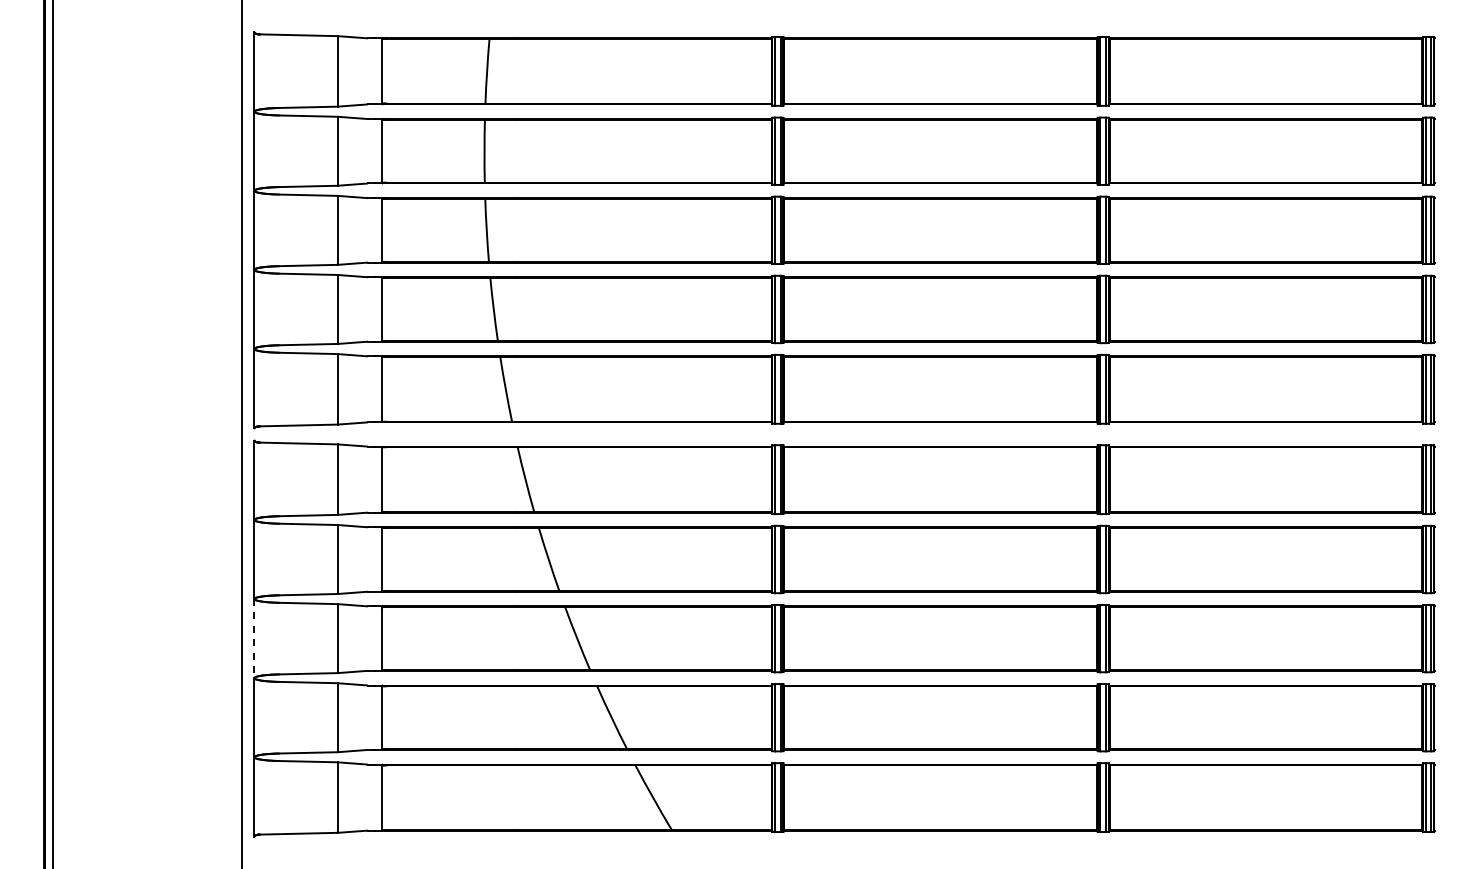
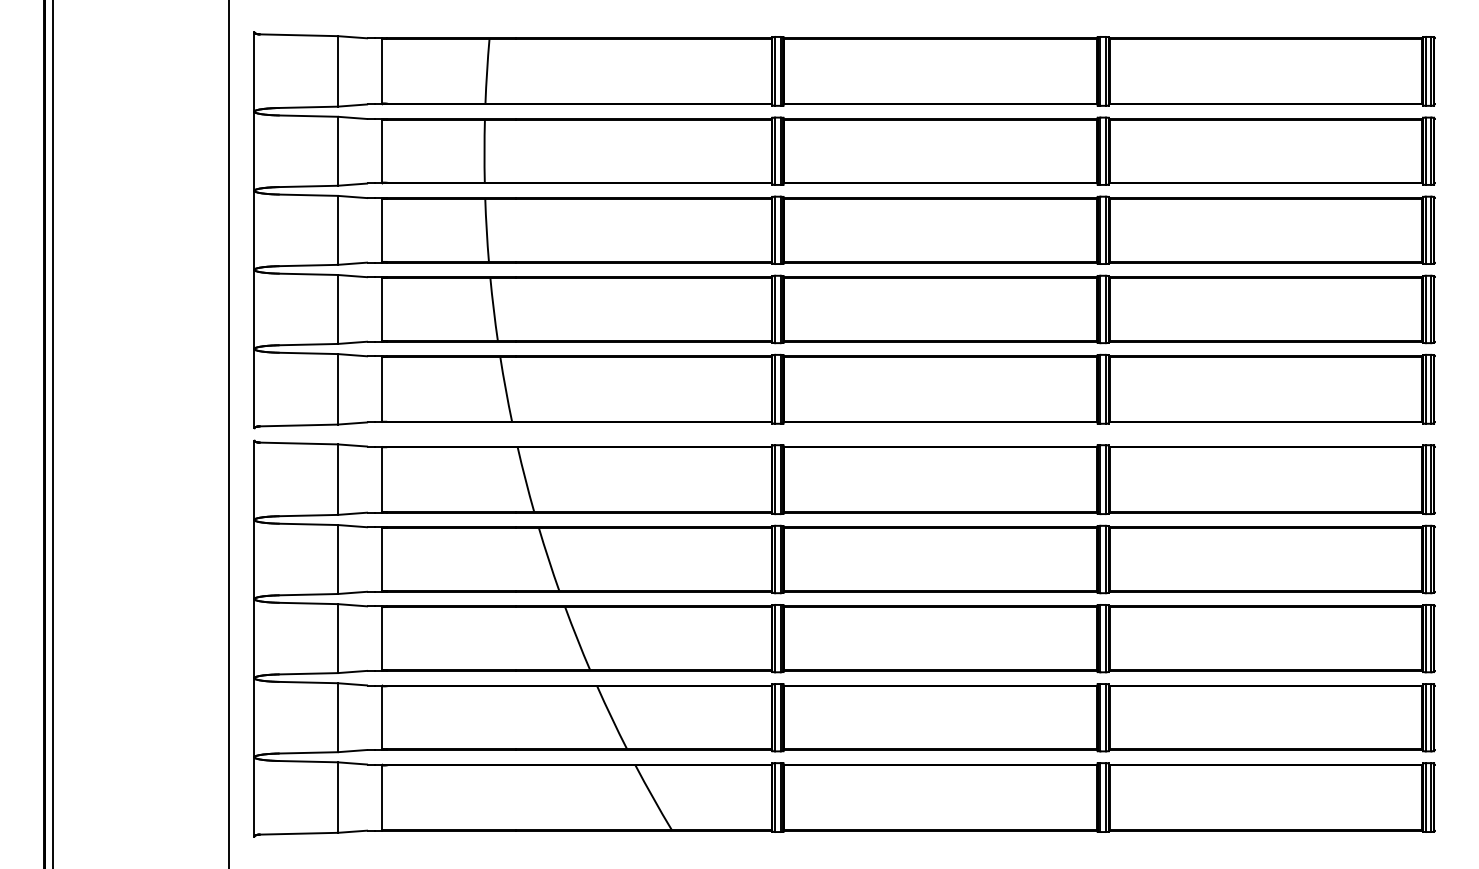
line at (242, 433) position: (242, 433) -> (229, 433)
line at (254, 638): dashed -> solid
